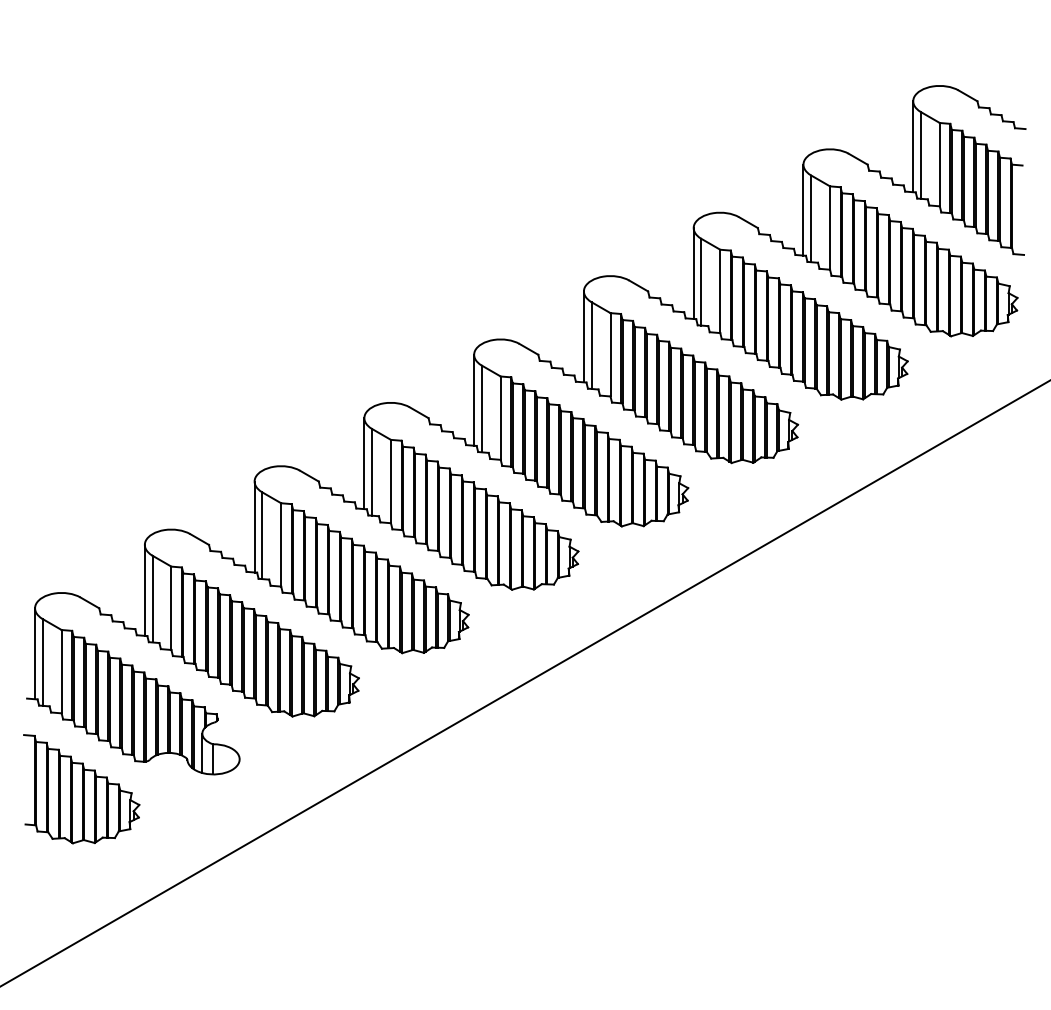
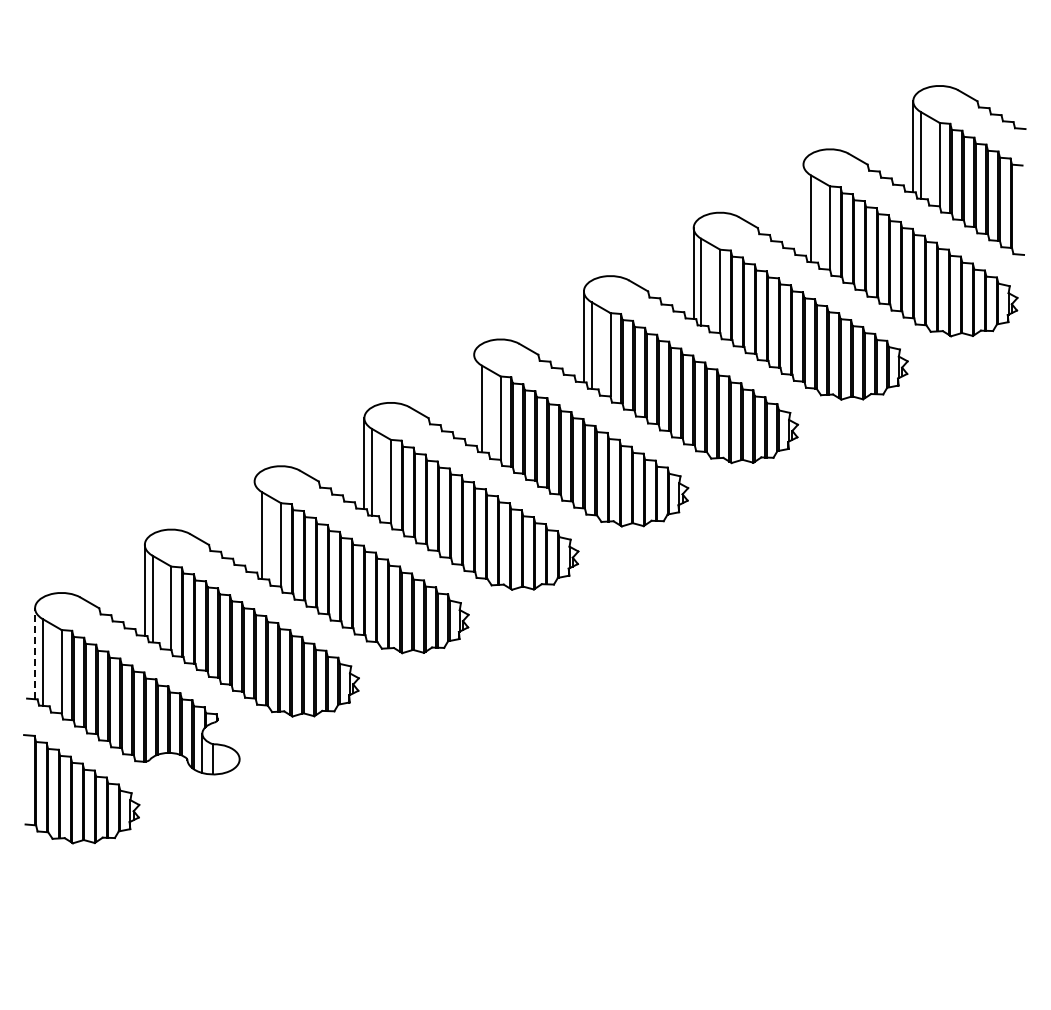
line at (803, 209): present -> none
line at (474, 399): present -> none
line at (254, 526): present -> none
line at (35, 653): solid -> dashed
line at (524, 683): present -> none
